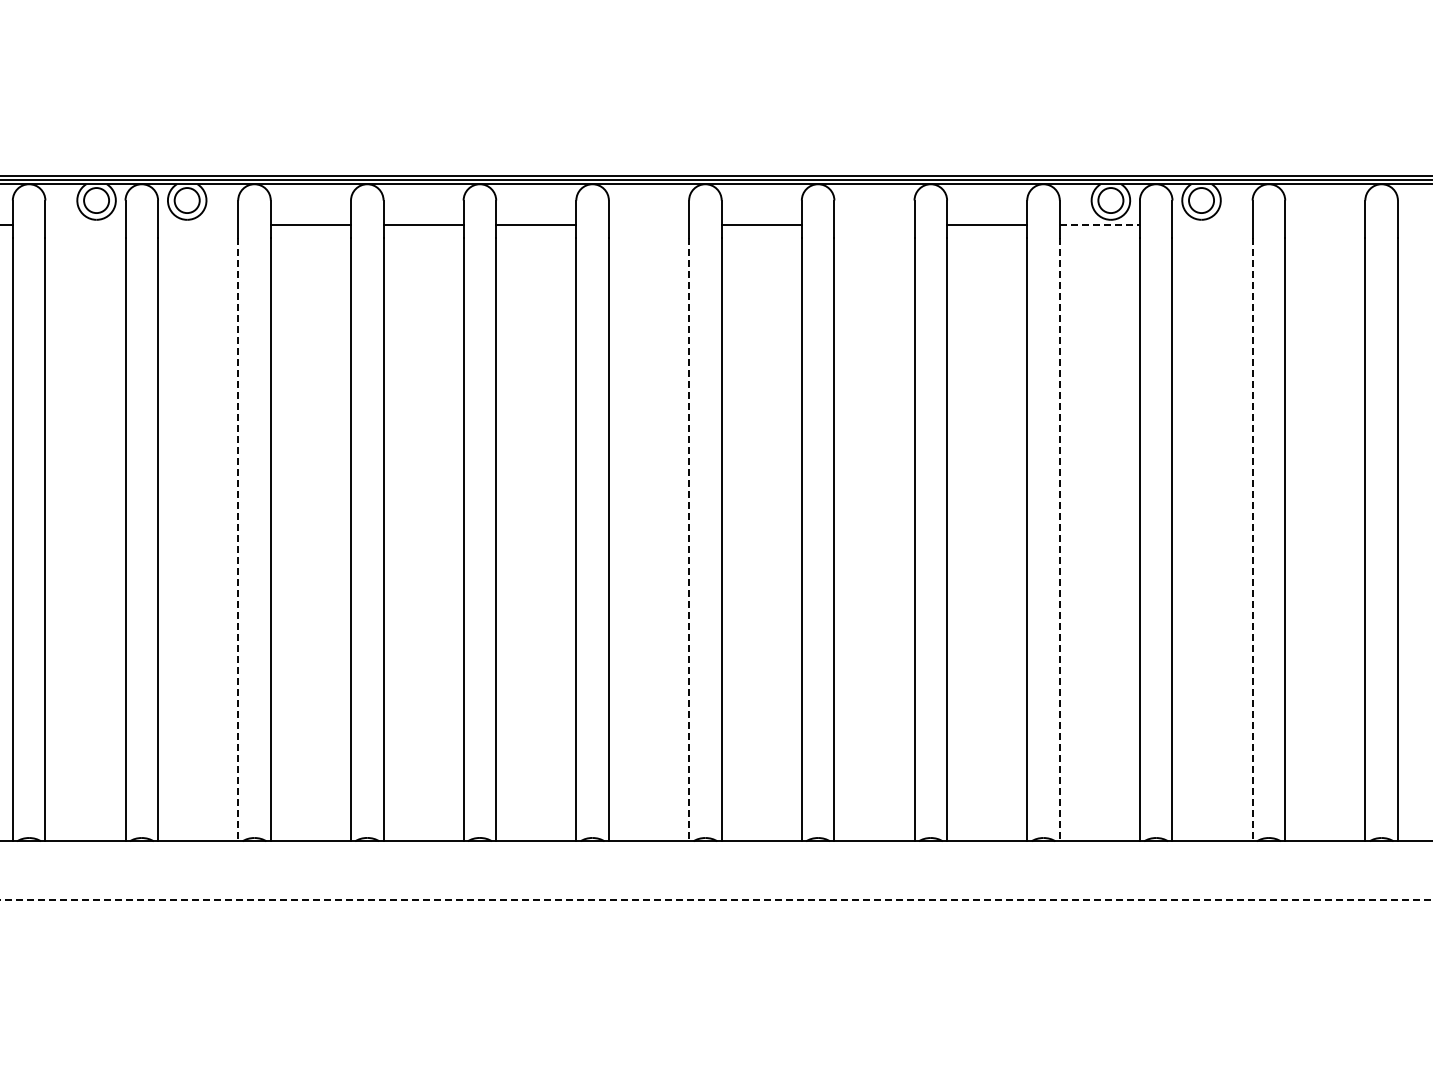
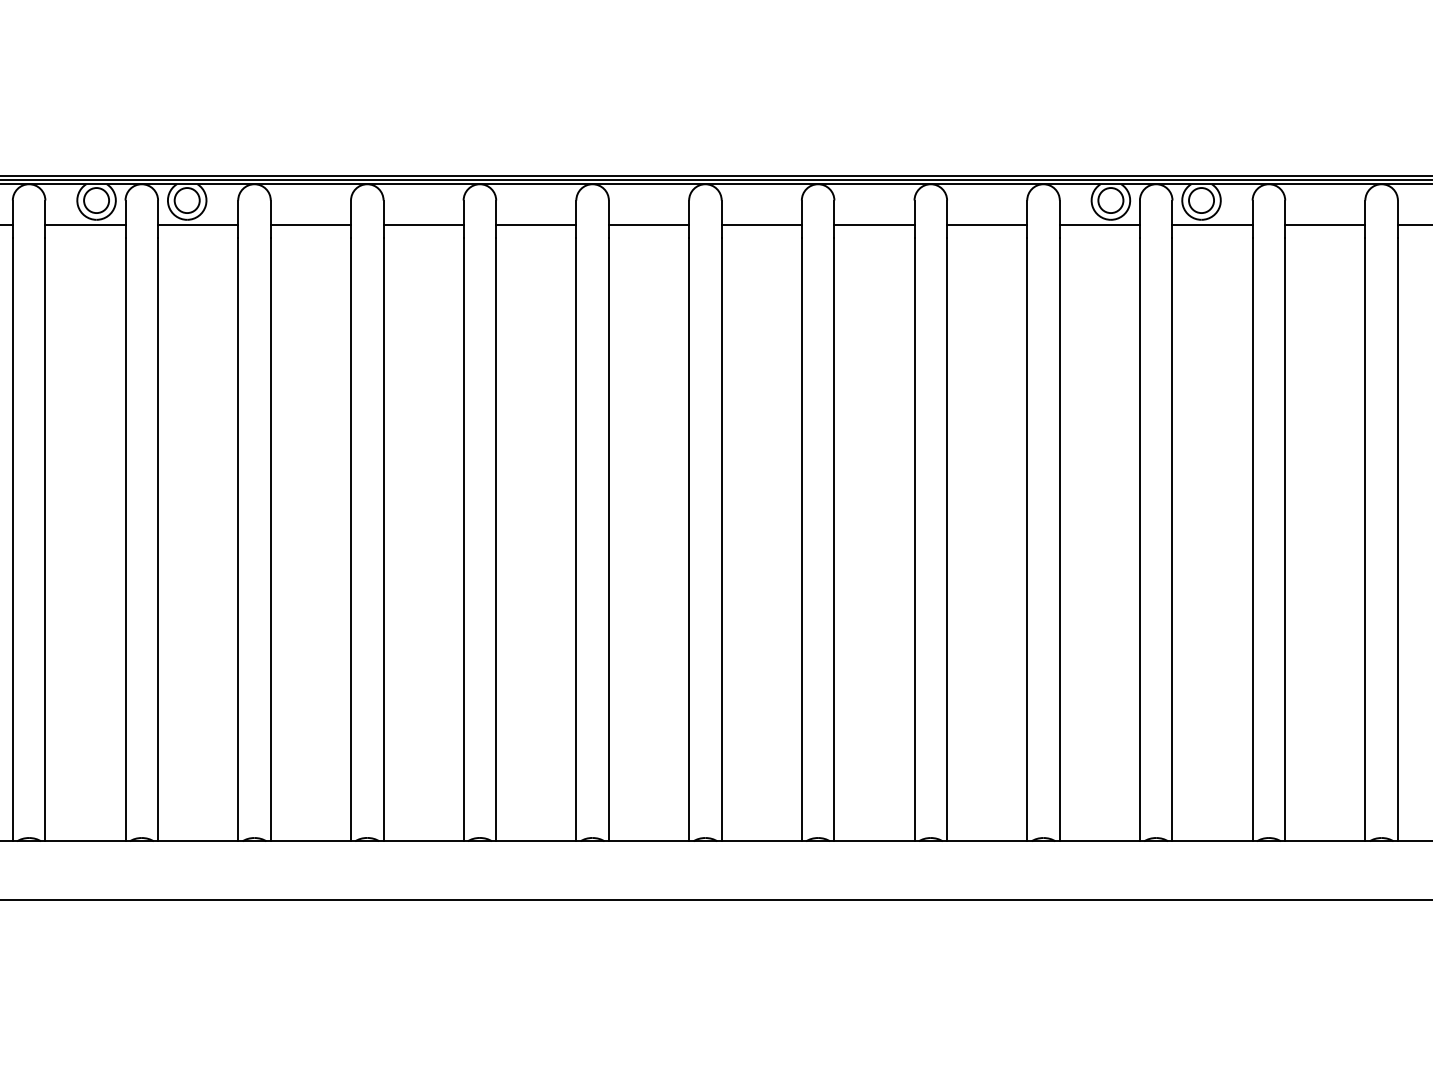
line at (85, 224): none -> present
line at (198, 224): none -> present
line at (648, 224): none -> present
line at (874, 224): none -> present
line at (1100, 224): dashed -> solid
line at (1212, 224): none -> present
line at (1325, 224): none -> present
line at (1413, 224): none -> present
line at (238, 540): dashed -> solid
line at (689, 540): dashed -> solid
line at (1059, 540): dashed -> solid
line at (1252, 540): dashed -> solid
line at (716, 899): dashed -> solid
